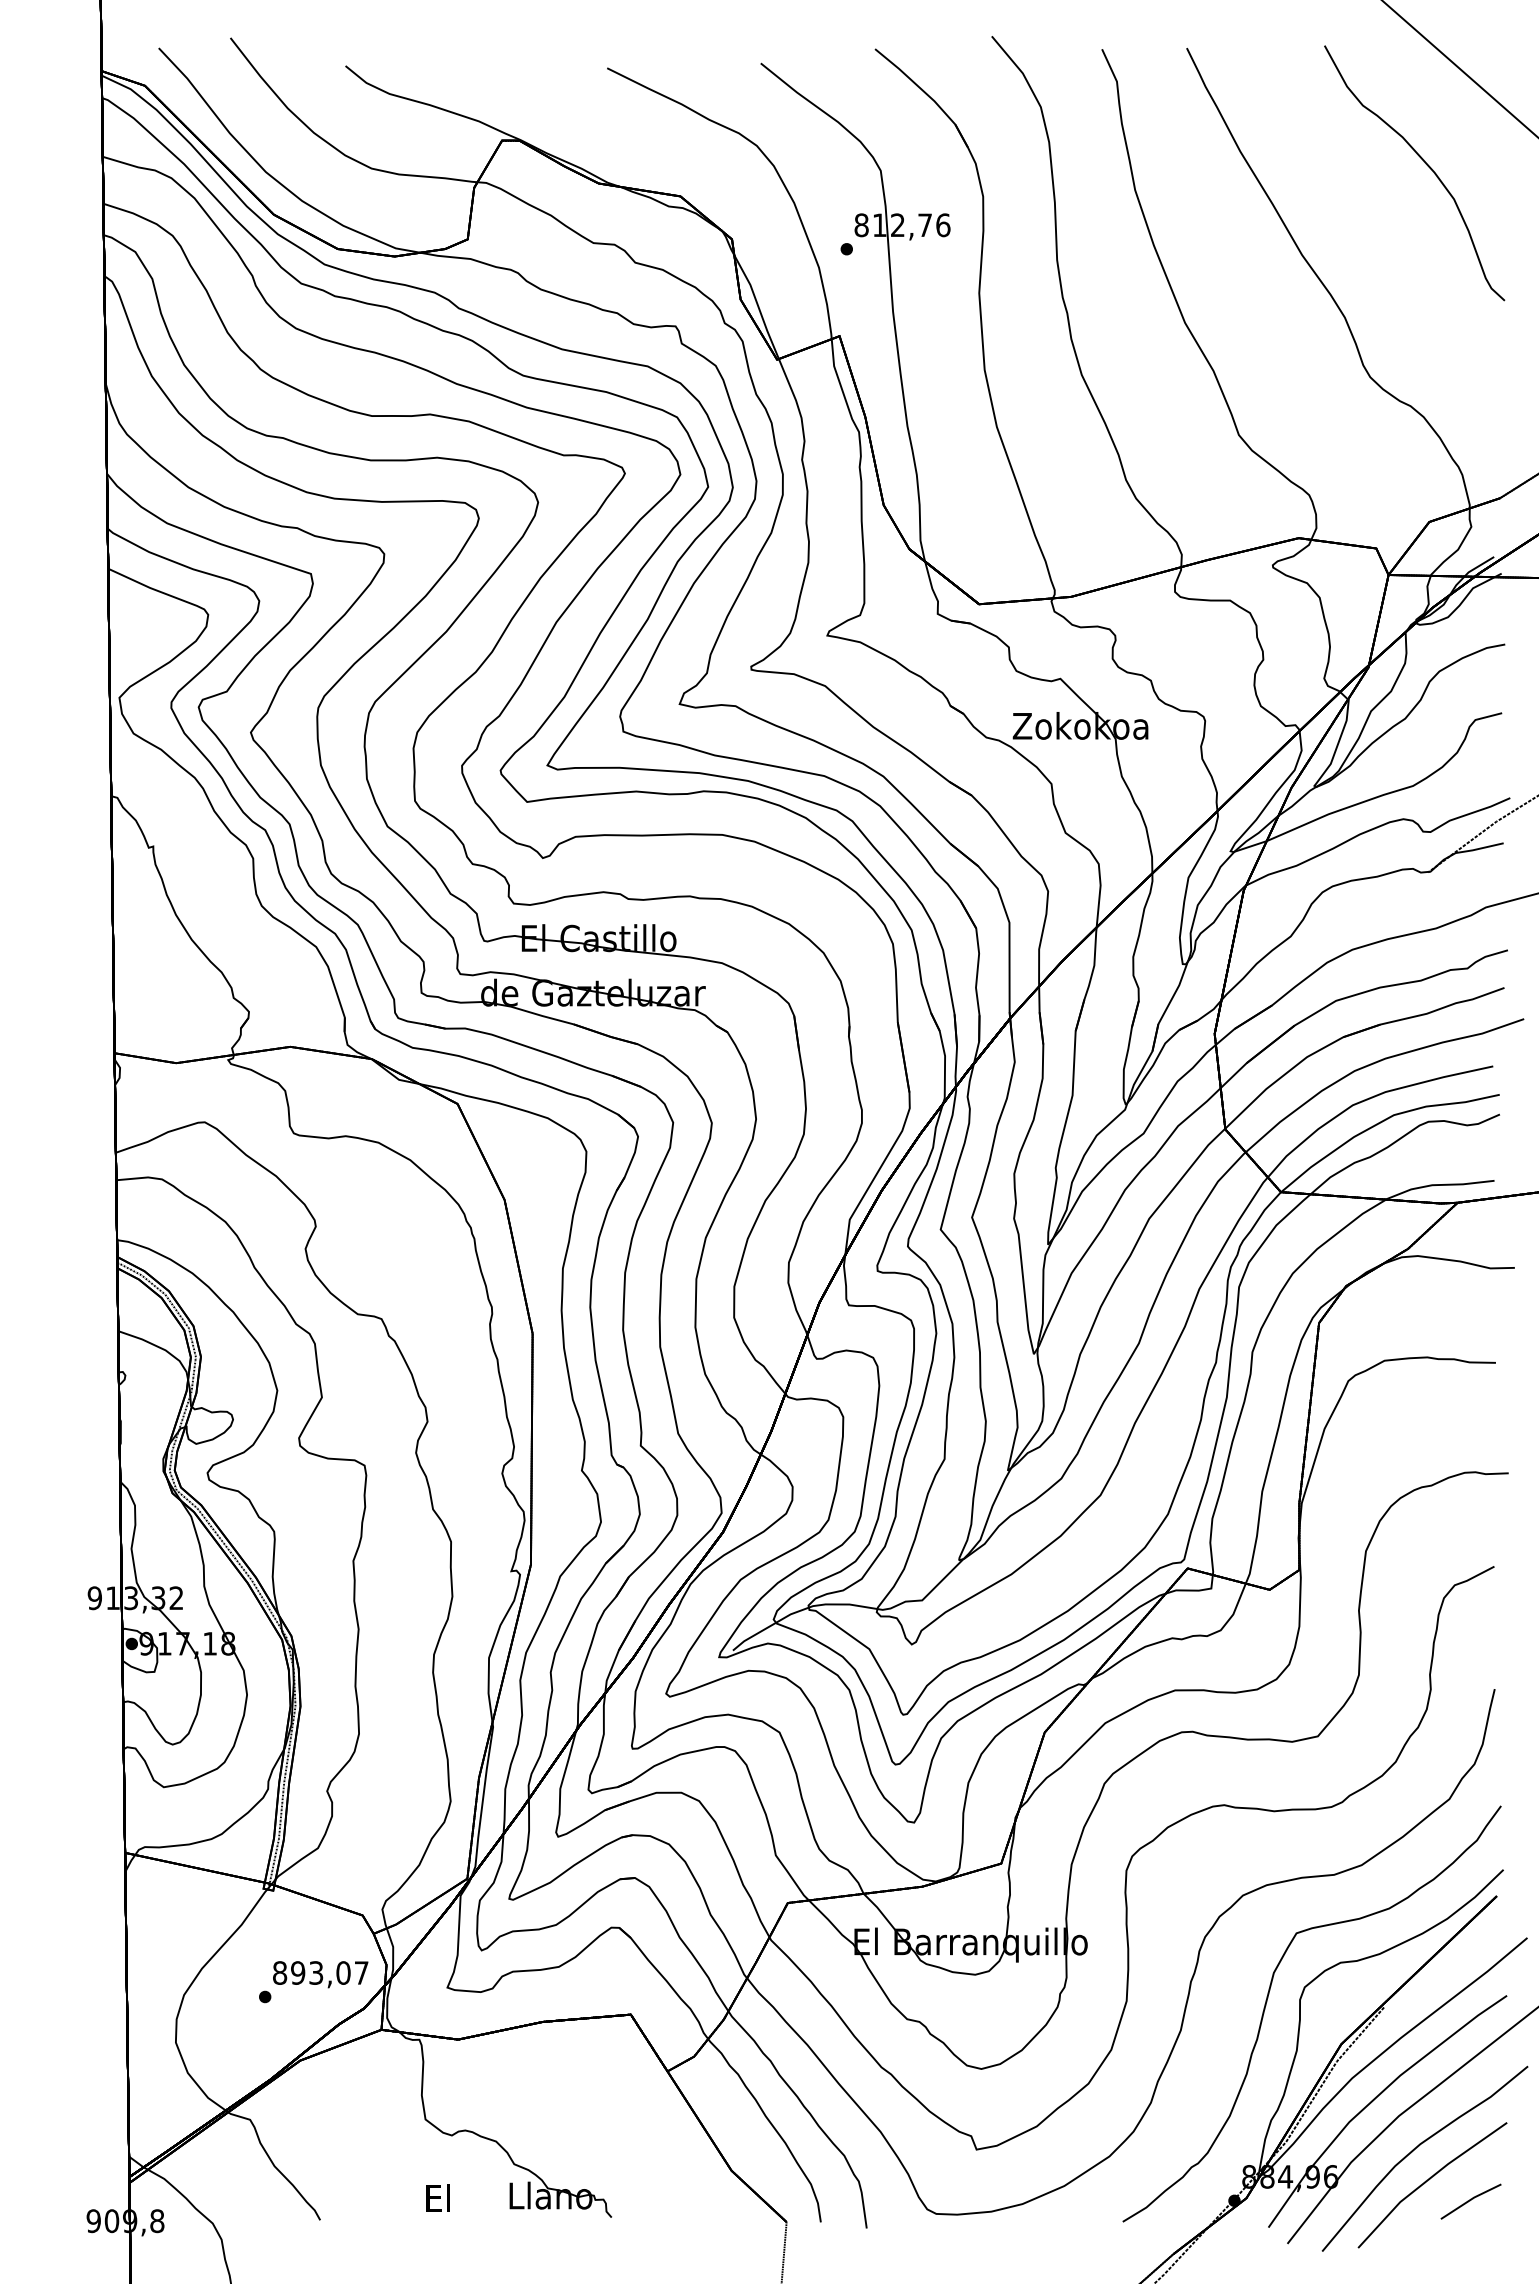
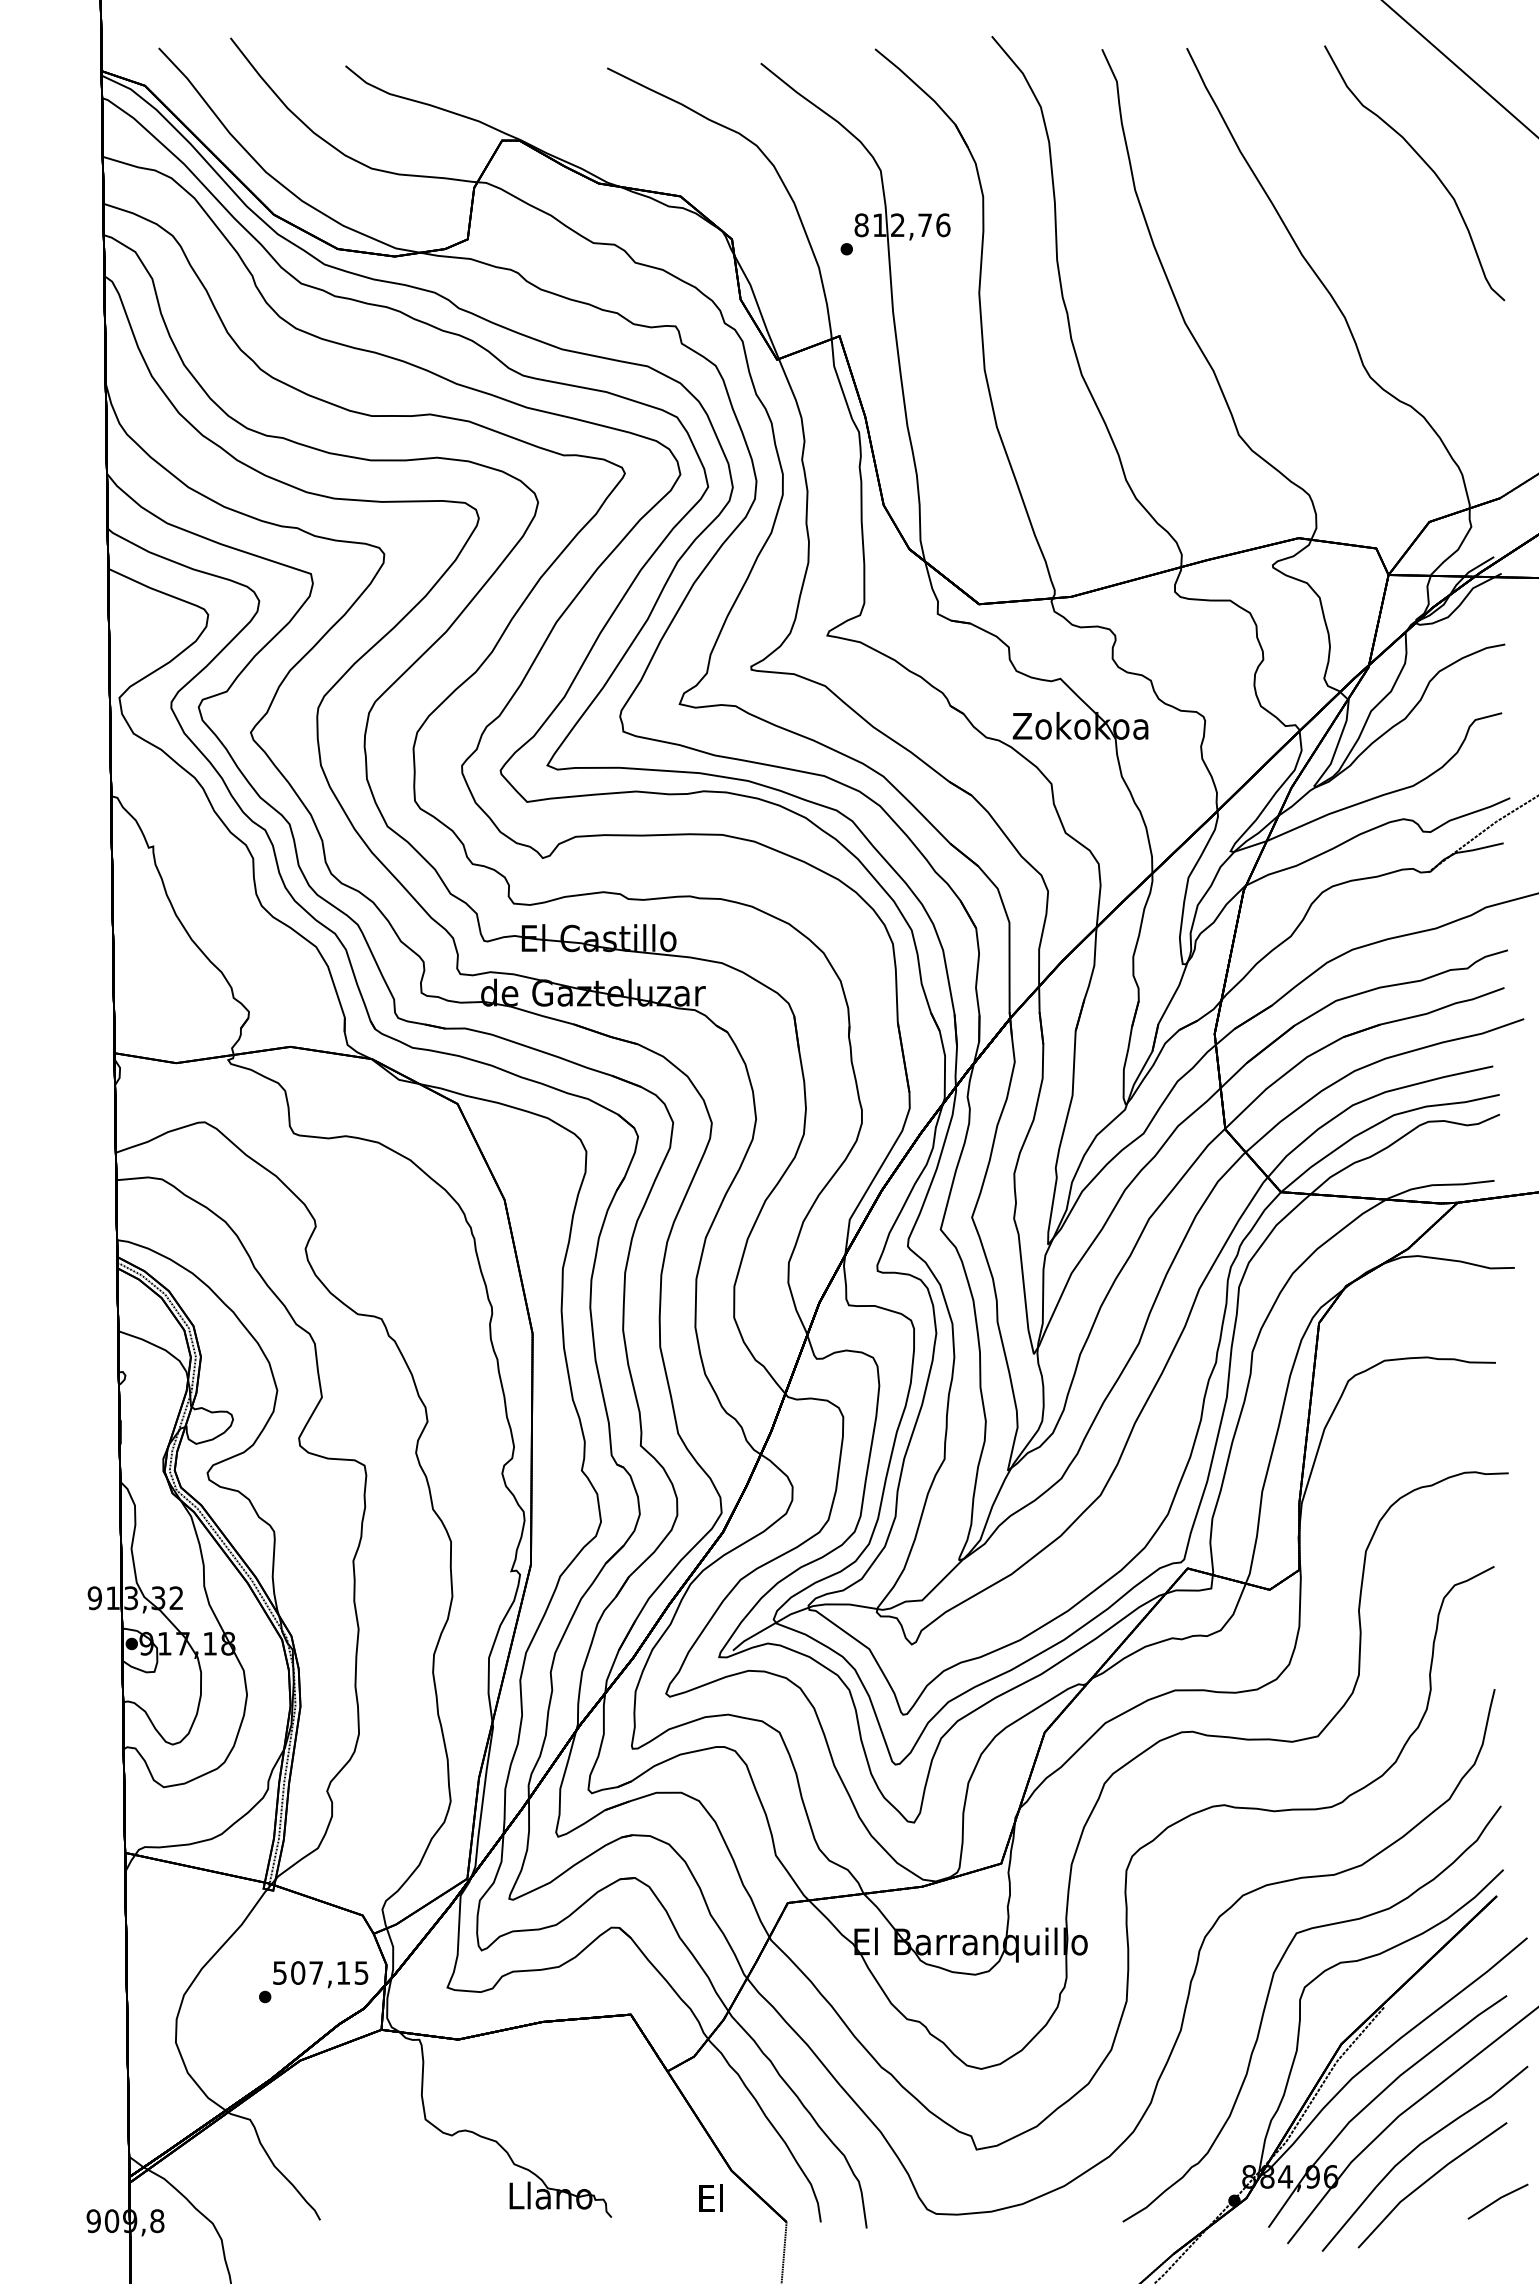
text at (320, 1972): 893,07 -> 507,15
text at (437, 2197) position: (437, 2197) -> (710, 2197)
line at (1470, 2201) position: (1470, 2201) -> (1497, 2201)
